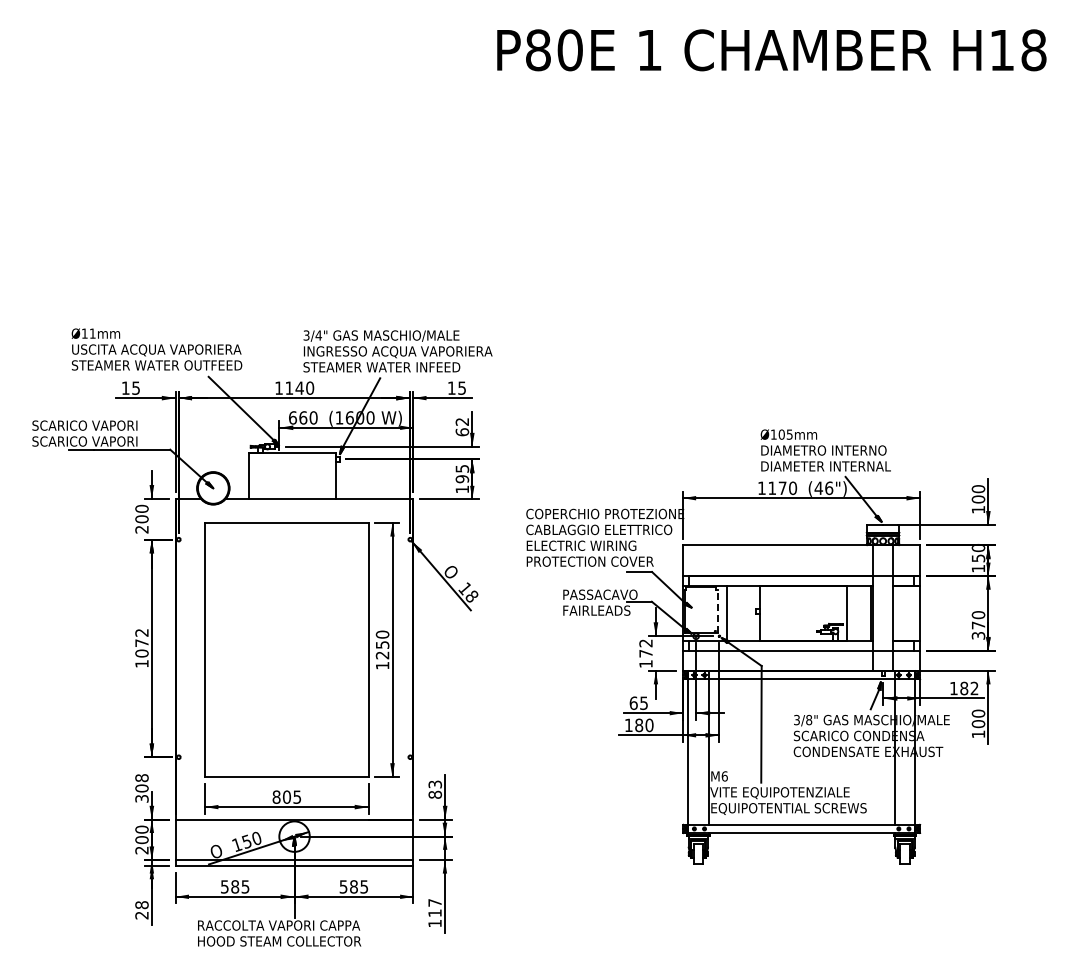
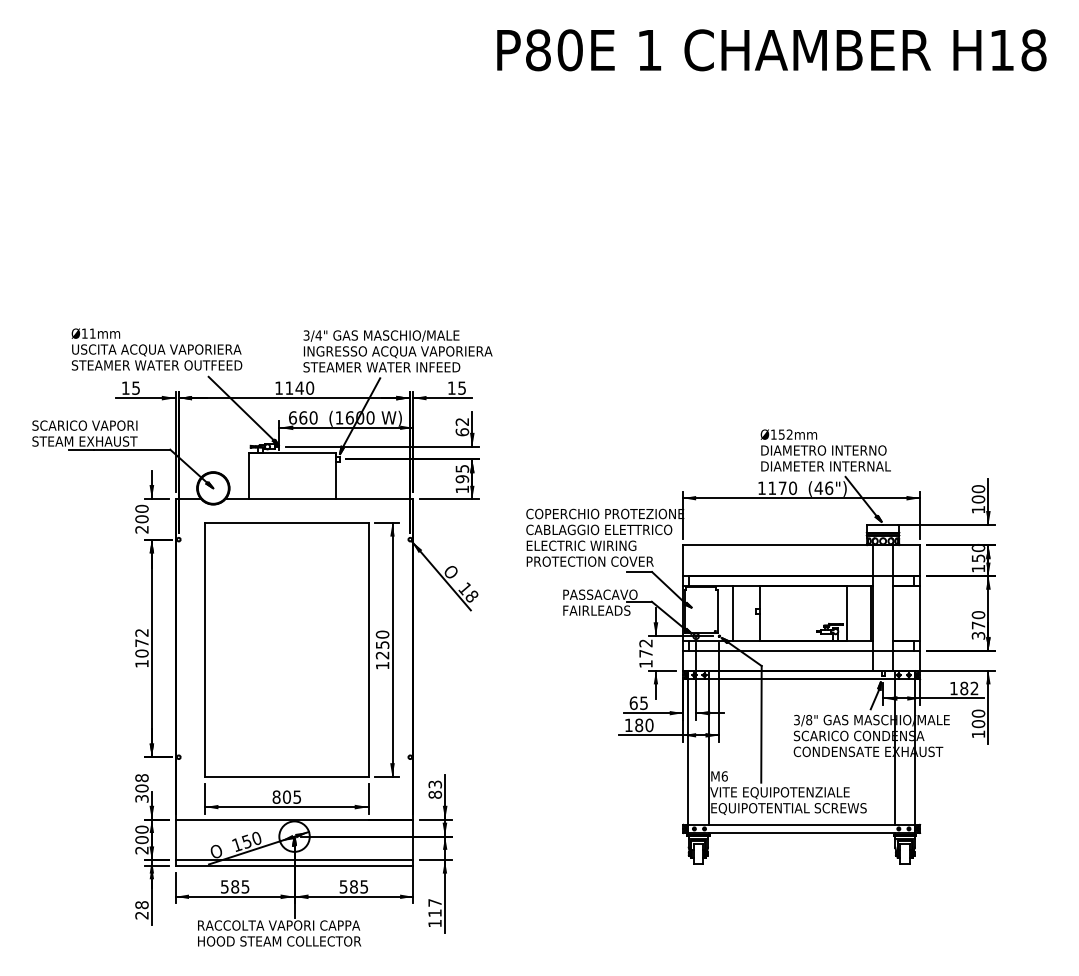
text at (785, 434): Ø105mm -> Ø152mm
text at (88, 441): SCARICO VAPORI -> STEAM EXHAUST
line at (717, 611): dashed -> solid
line at (726, 612) position: (726, 612) -> (732, 612)
